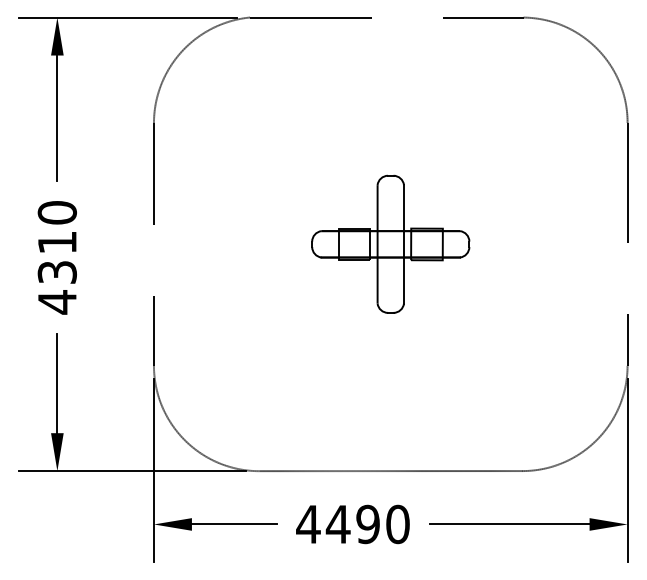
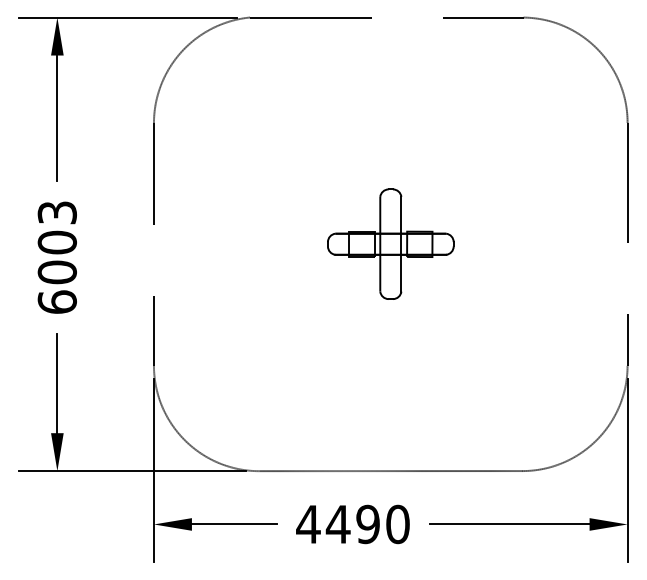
part at (390, 243) size: 160x140 px -> 128x112 px
text at (56, 257): 4310 -> 6003
